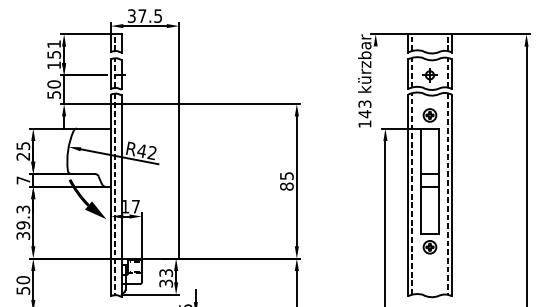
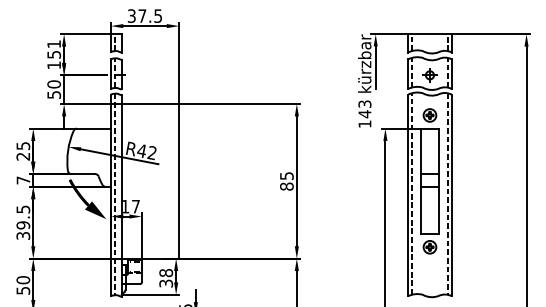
line at (375, 67): none -> present
text at (22, 209): 39.3 -> 39.5
text at (166, 273): 33 -> 38
